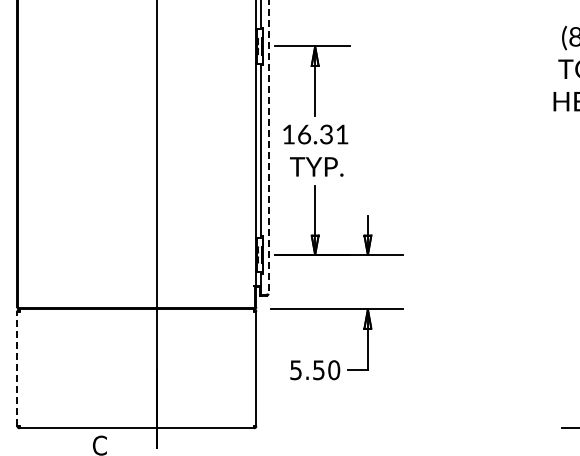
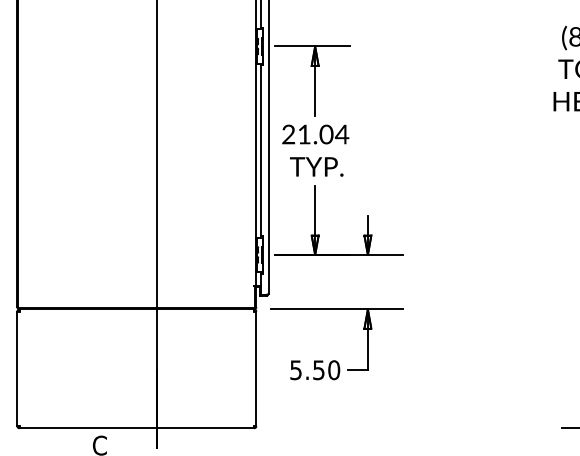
text at (315, 134): 16.31 -> 21.04
line at (268, 147): dashed -> solid
line at (17, 368): dashed -> solid
